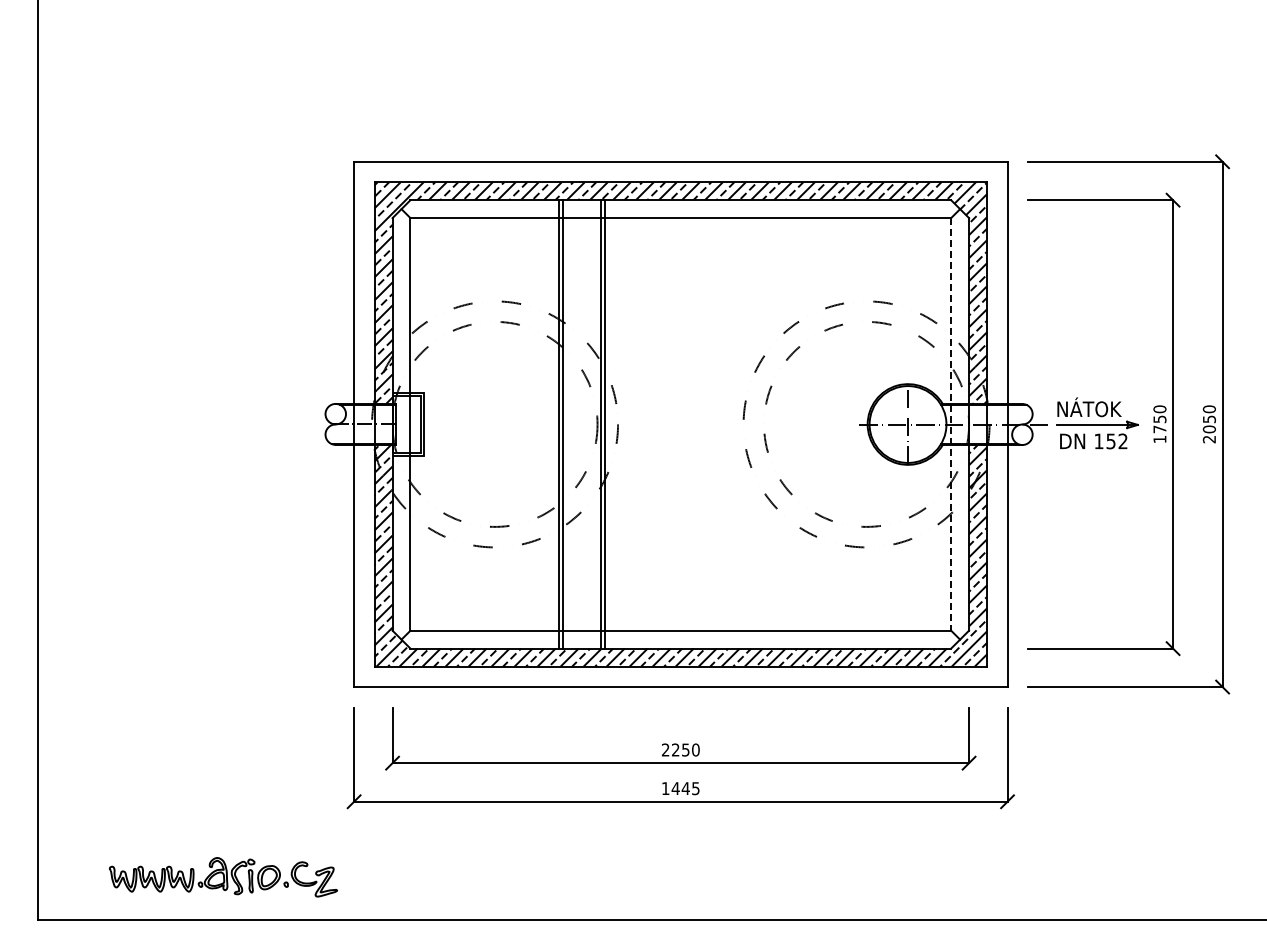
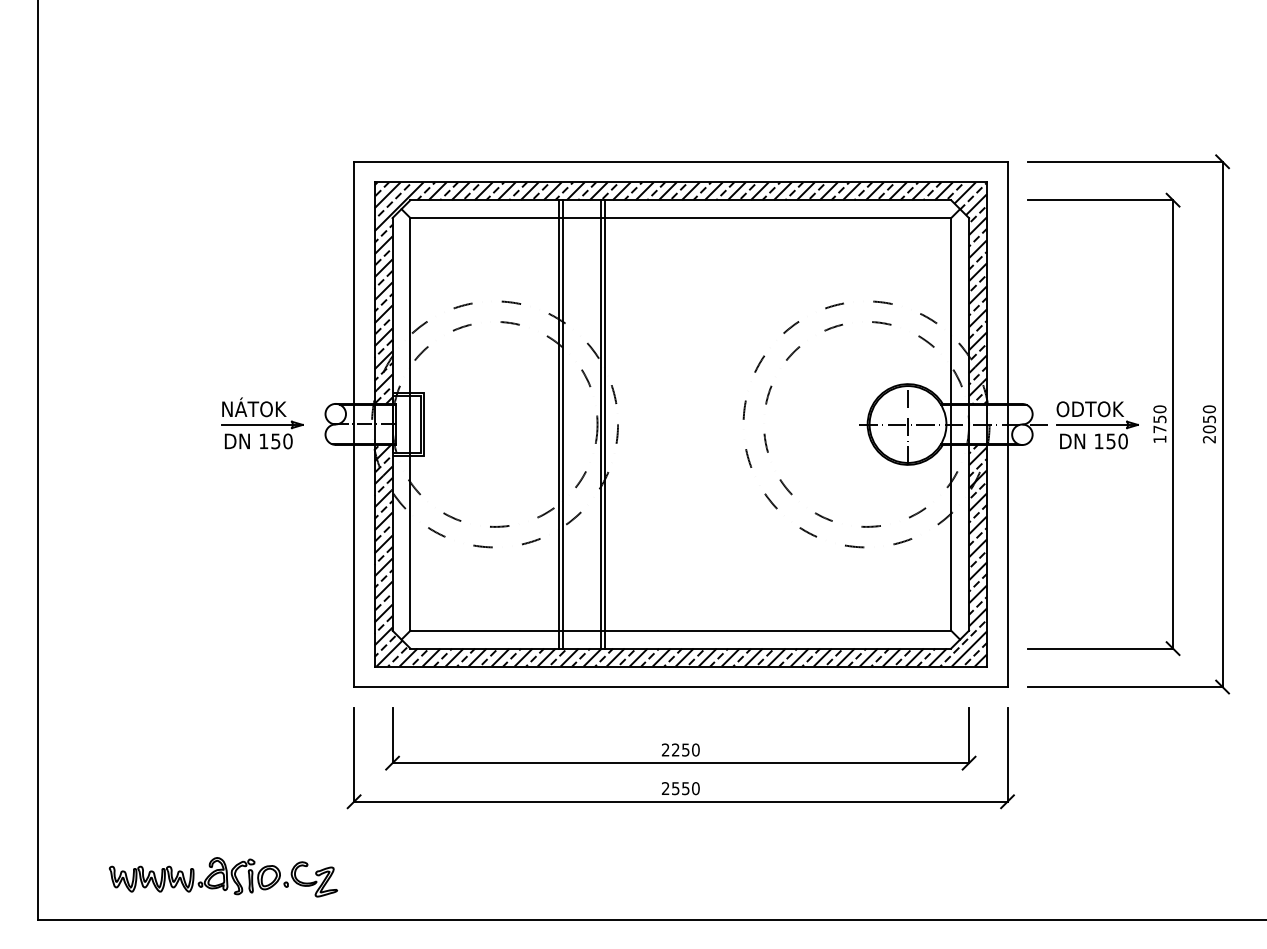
text at (1090, 407): NÁTOK -> ODTOK
part at (262, 423): none -> present
line at (951, 424): dashed -> solid
text at (1122, 441): 152 -> 150
text at (680, 788): 1445 -> 2550
